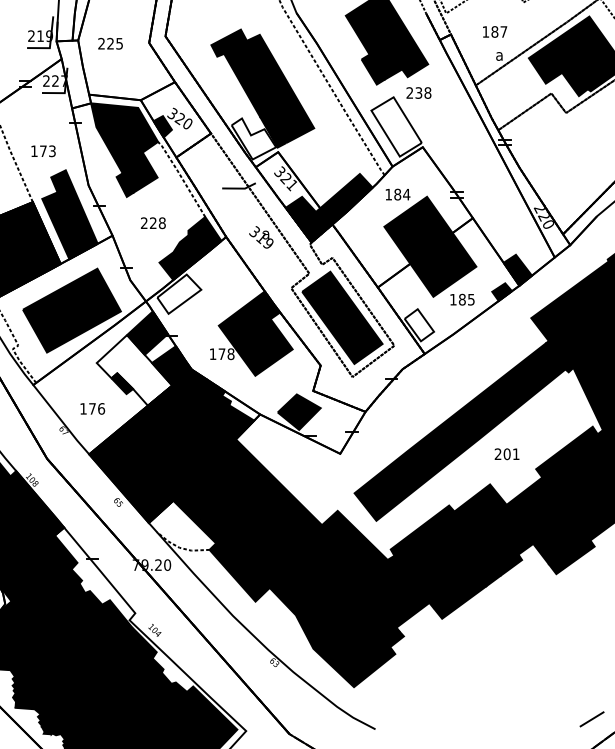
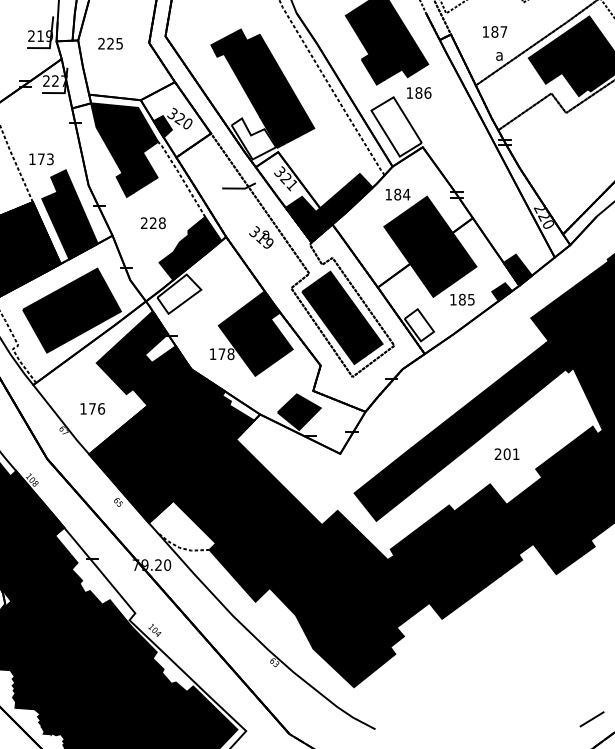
text at (418, 92): 238 -> 186
text at (43, 151) position: (43, 151) -> (41, 159)
fill at (134, 370): none -> present
